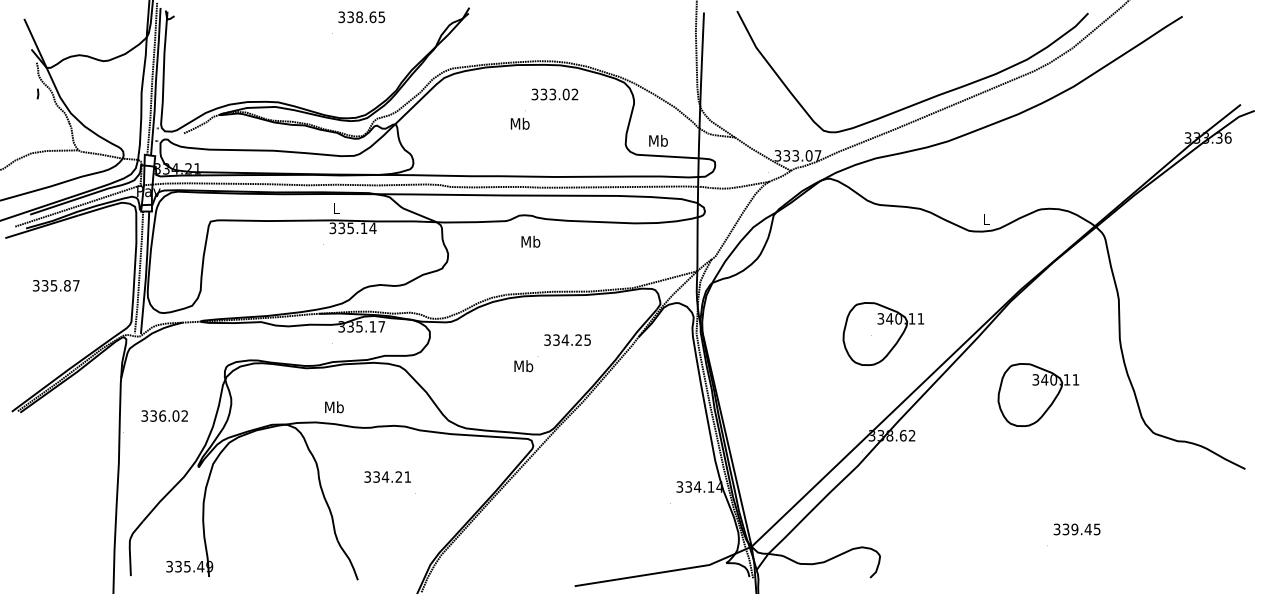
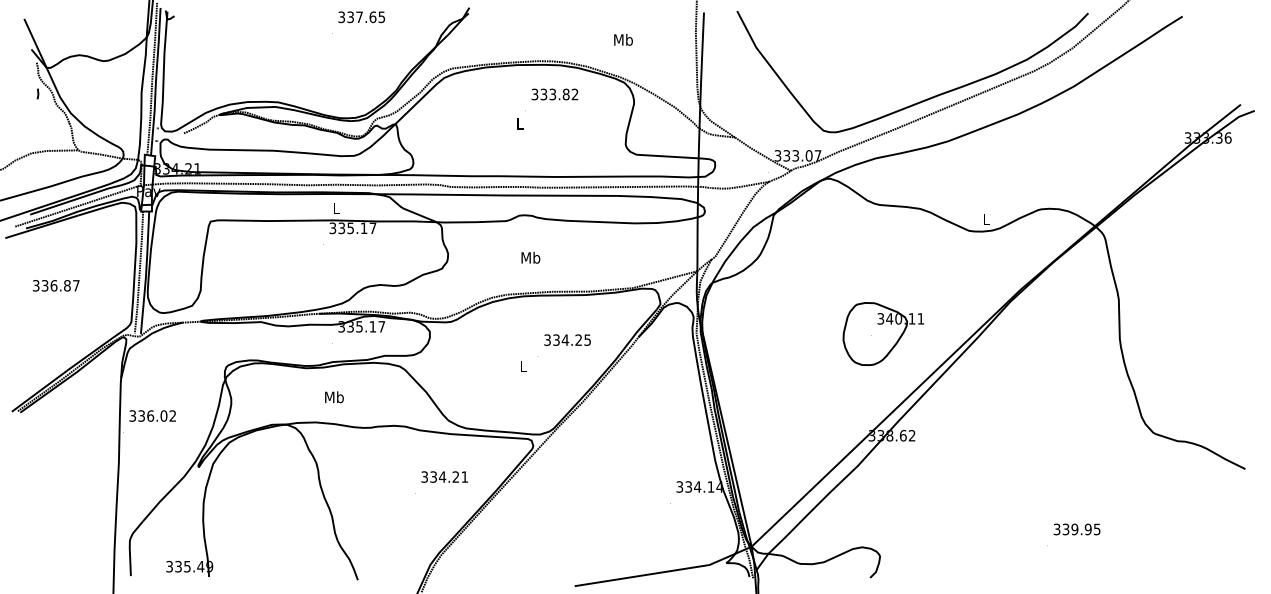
text at (359, 17): 338.65 -> 337.65
text at (565, 94): 333.02 -> 333.82
text at (519, 123): Mb -> L
text at (658, 140) position: (658, 140) -> (623, 39)
text at (372, 227): 335.14 -> 335.17
text at (530, 241) position: (530, 241) -> (530, 257)
text at (53, 285): 335.87 -> 336.87
text at (523, 366): Mb -> L
part at (1038, 394): present -> none
text at (334, 407) position: (334, 407) -> (334, 397)
text at (164, 415) position: (164, 415) -> (152, 415)
text at (387, 476) position: (387, 476) -> (444, 476)
text at (1087, 529): 339.45 -> 339.95
